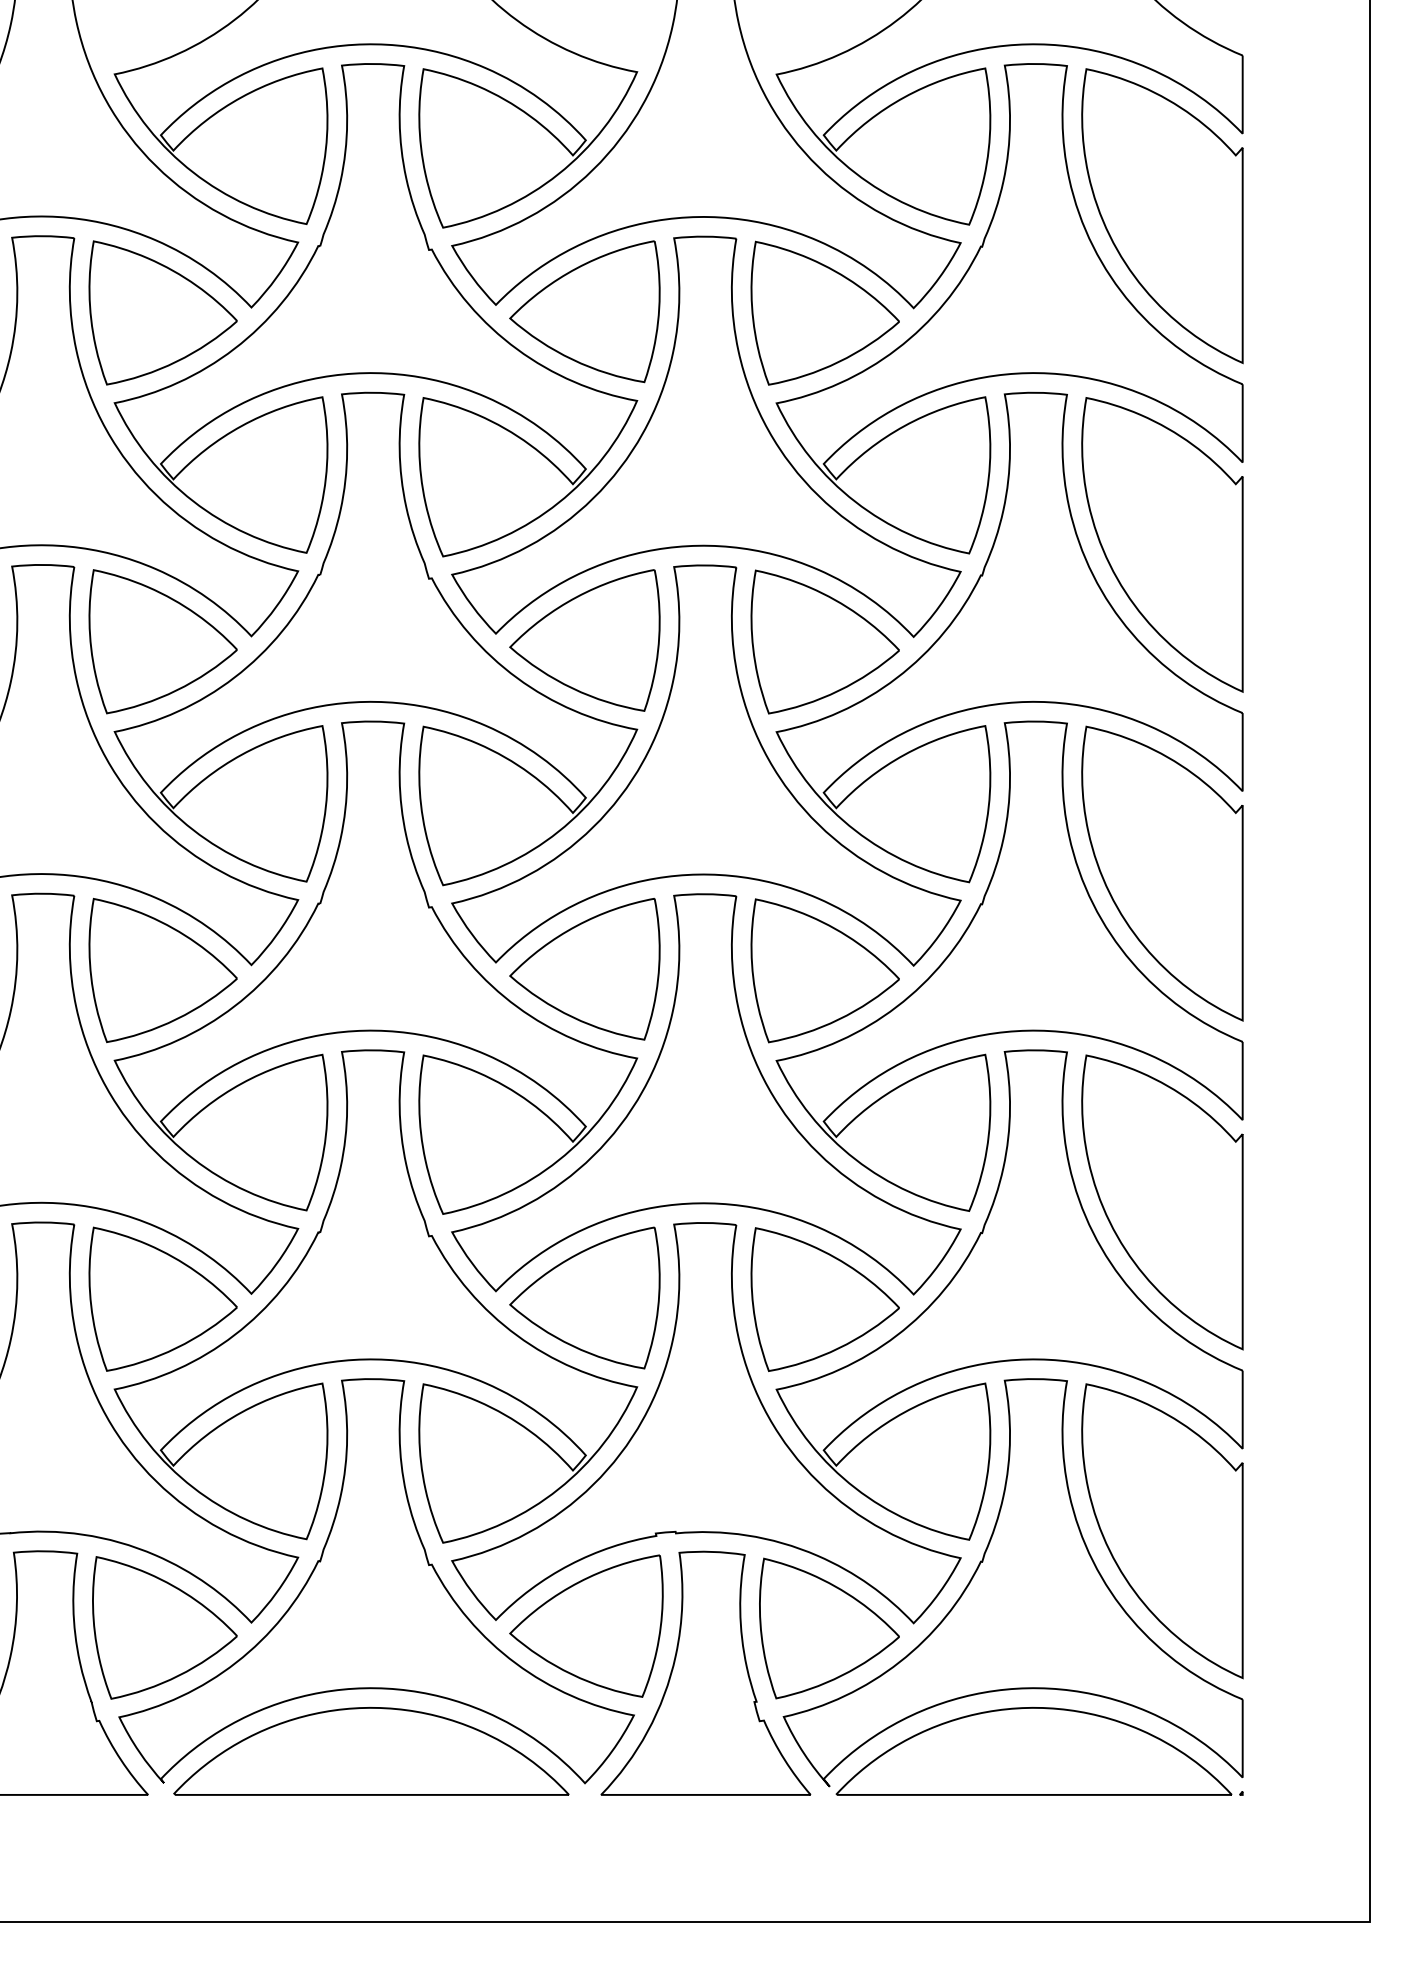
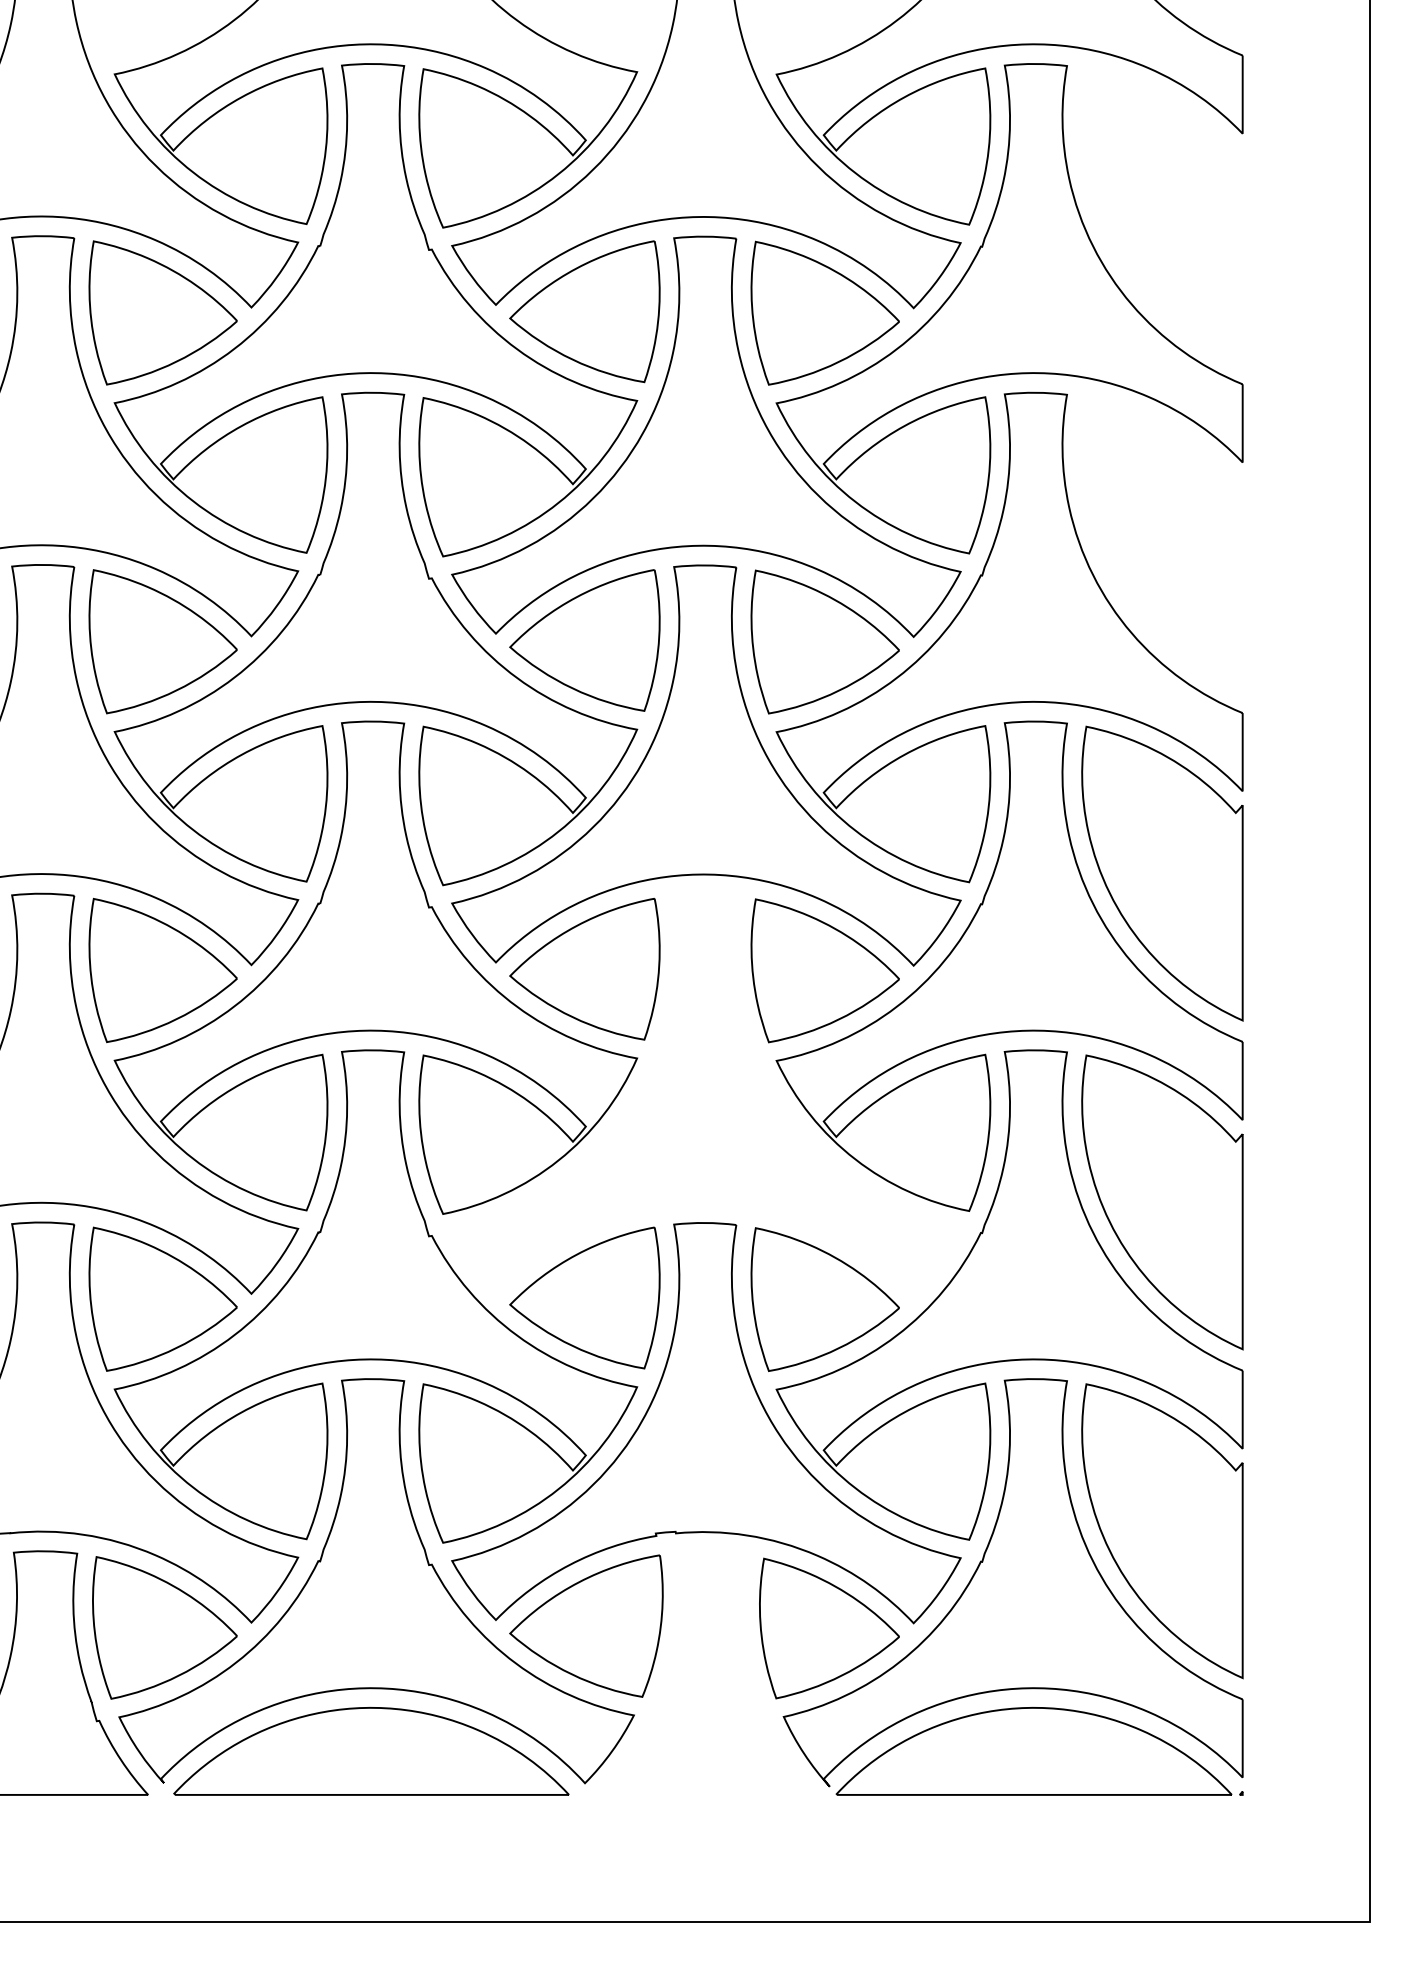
part at (1162, 216): present -> none
part at (1162, 544): present -> none
part at (706, 1094): present -> none
part at (705, 1672): present -> none
